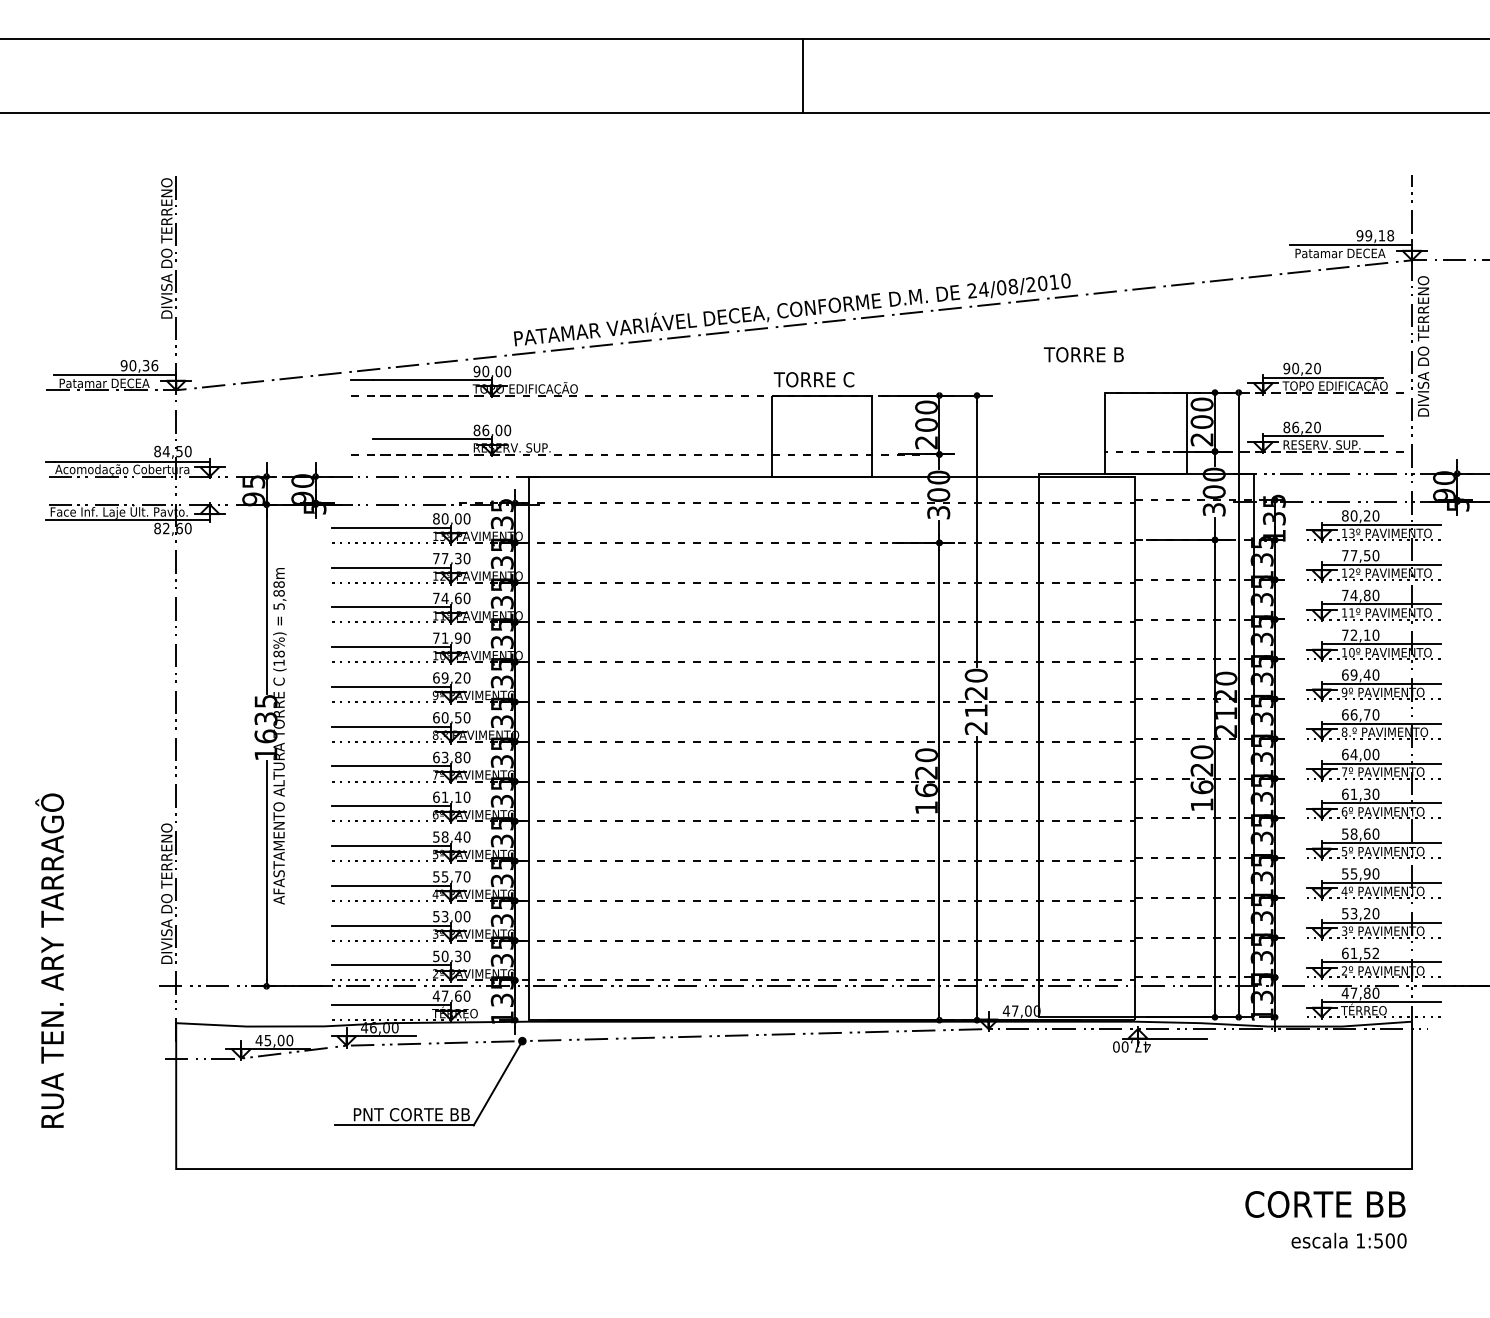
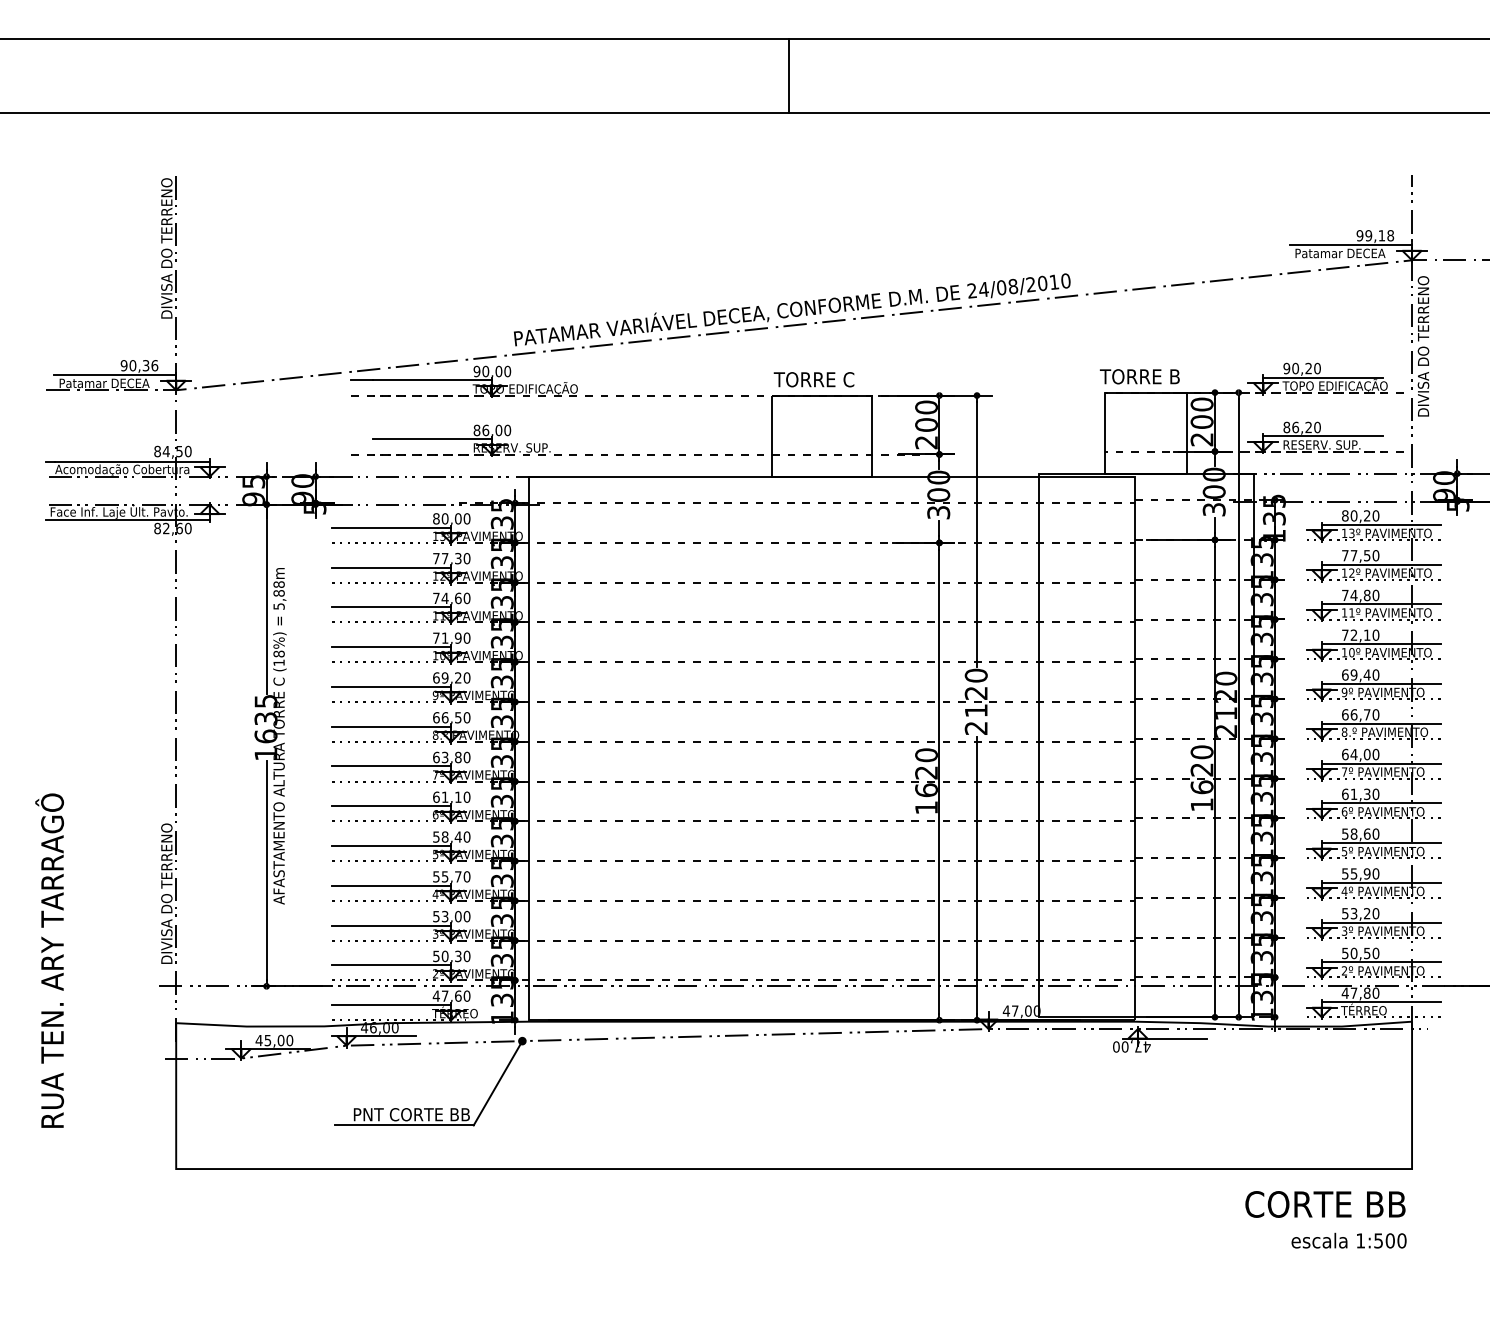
line at (803, 76) position: (803, 76) -> (789, 76)
text at (1083, 354) position: (1083, 354) -> (1139, 376)
text at (445, 717): 60,50 -> 66,50
text at (1360, 953): 61,52 -> 50,50
